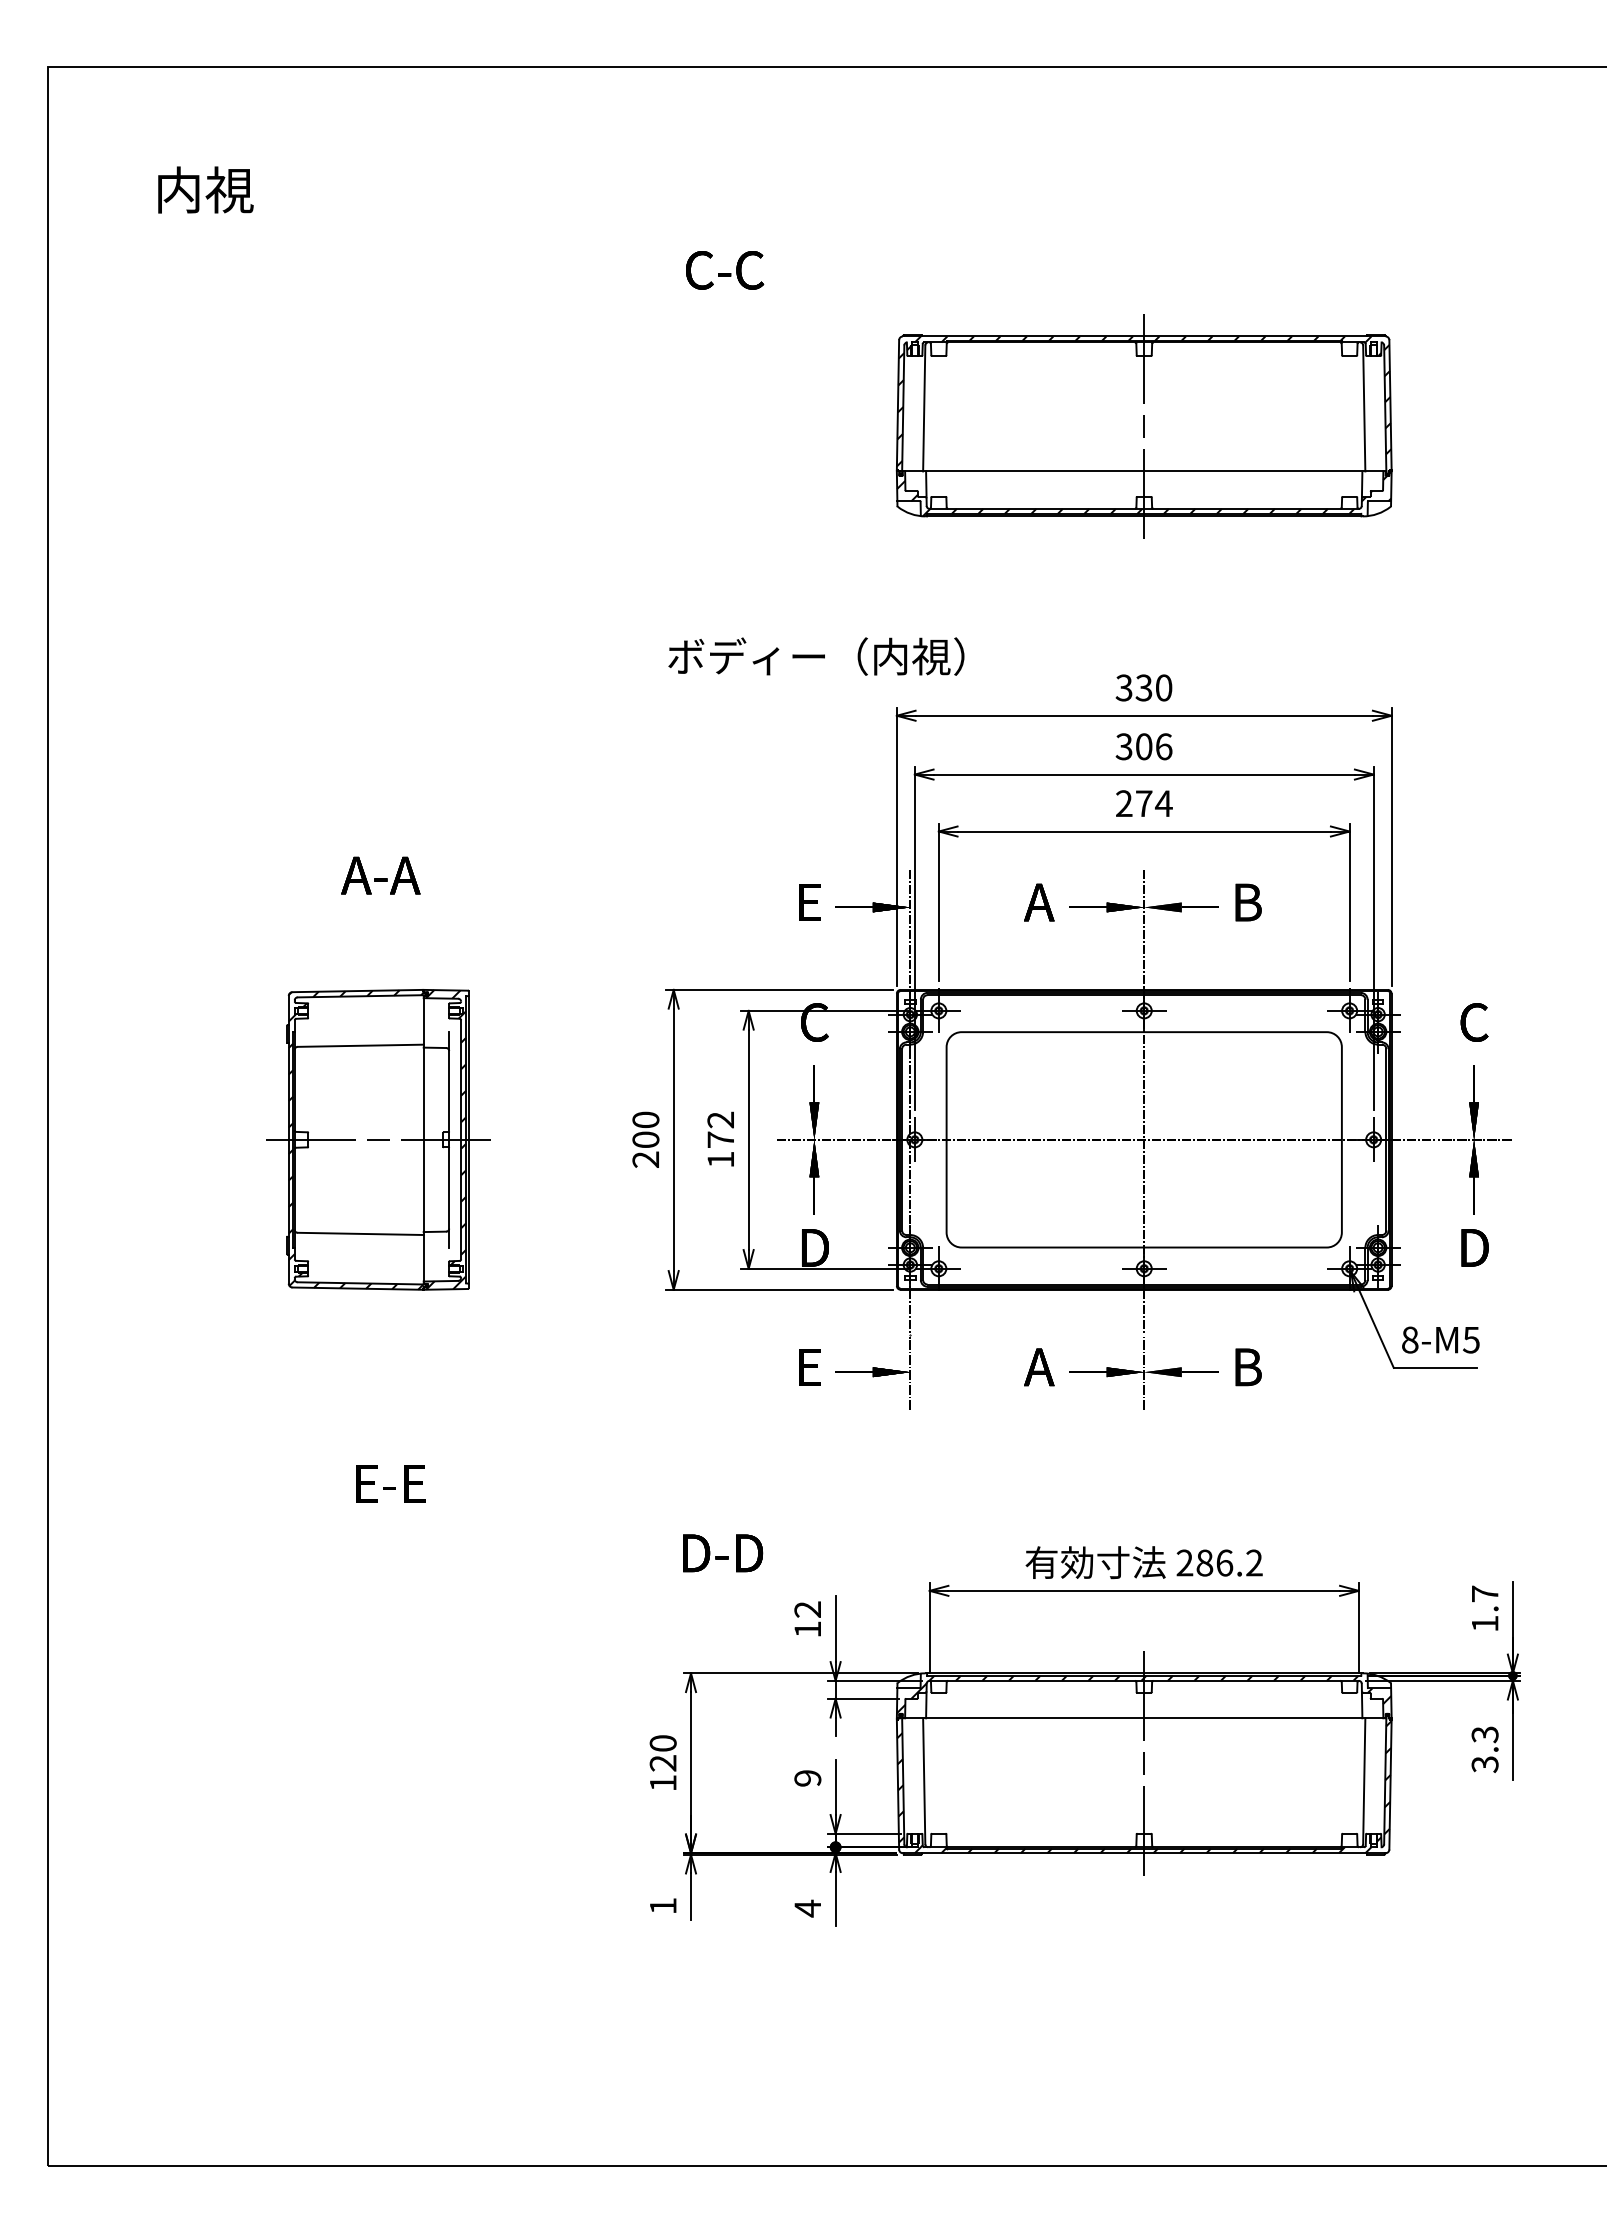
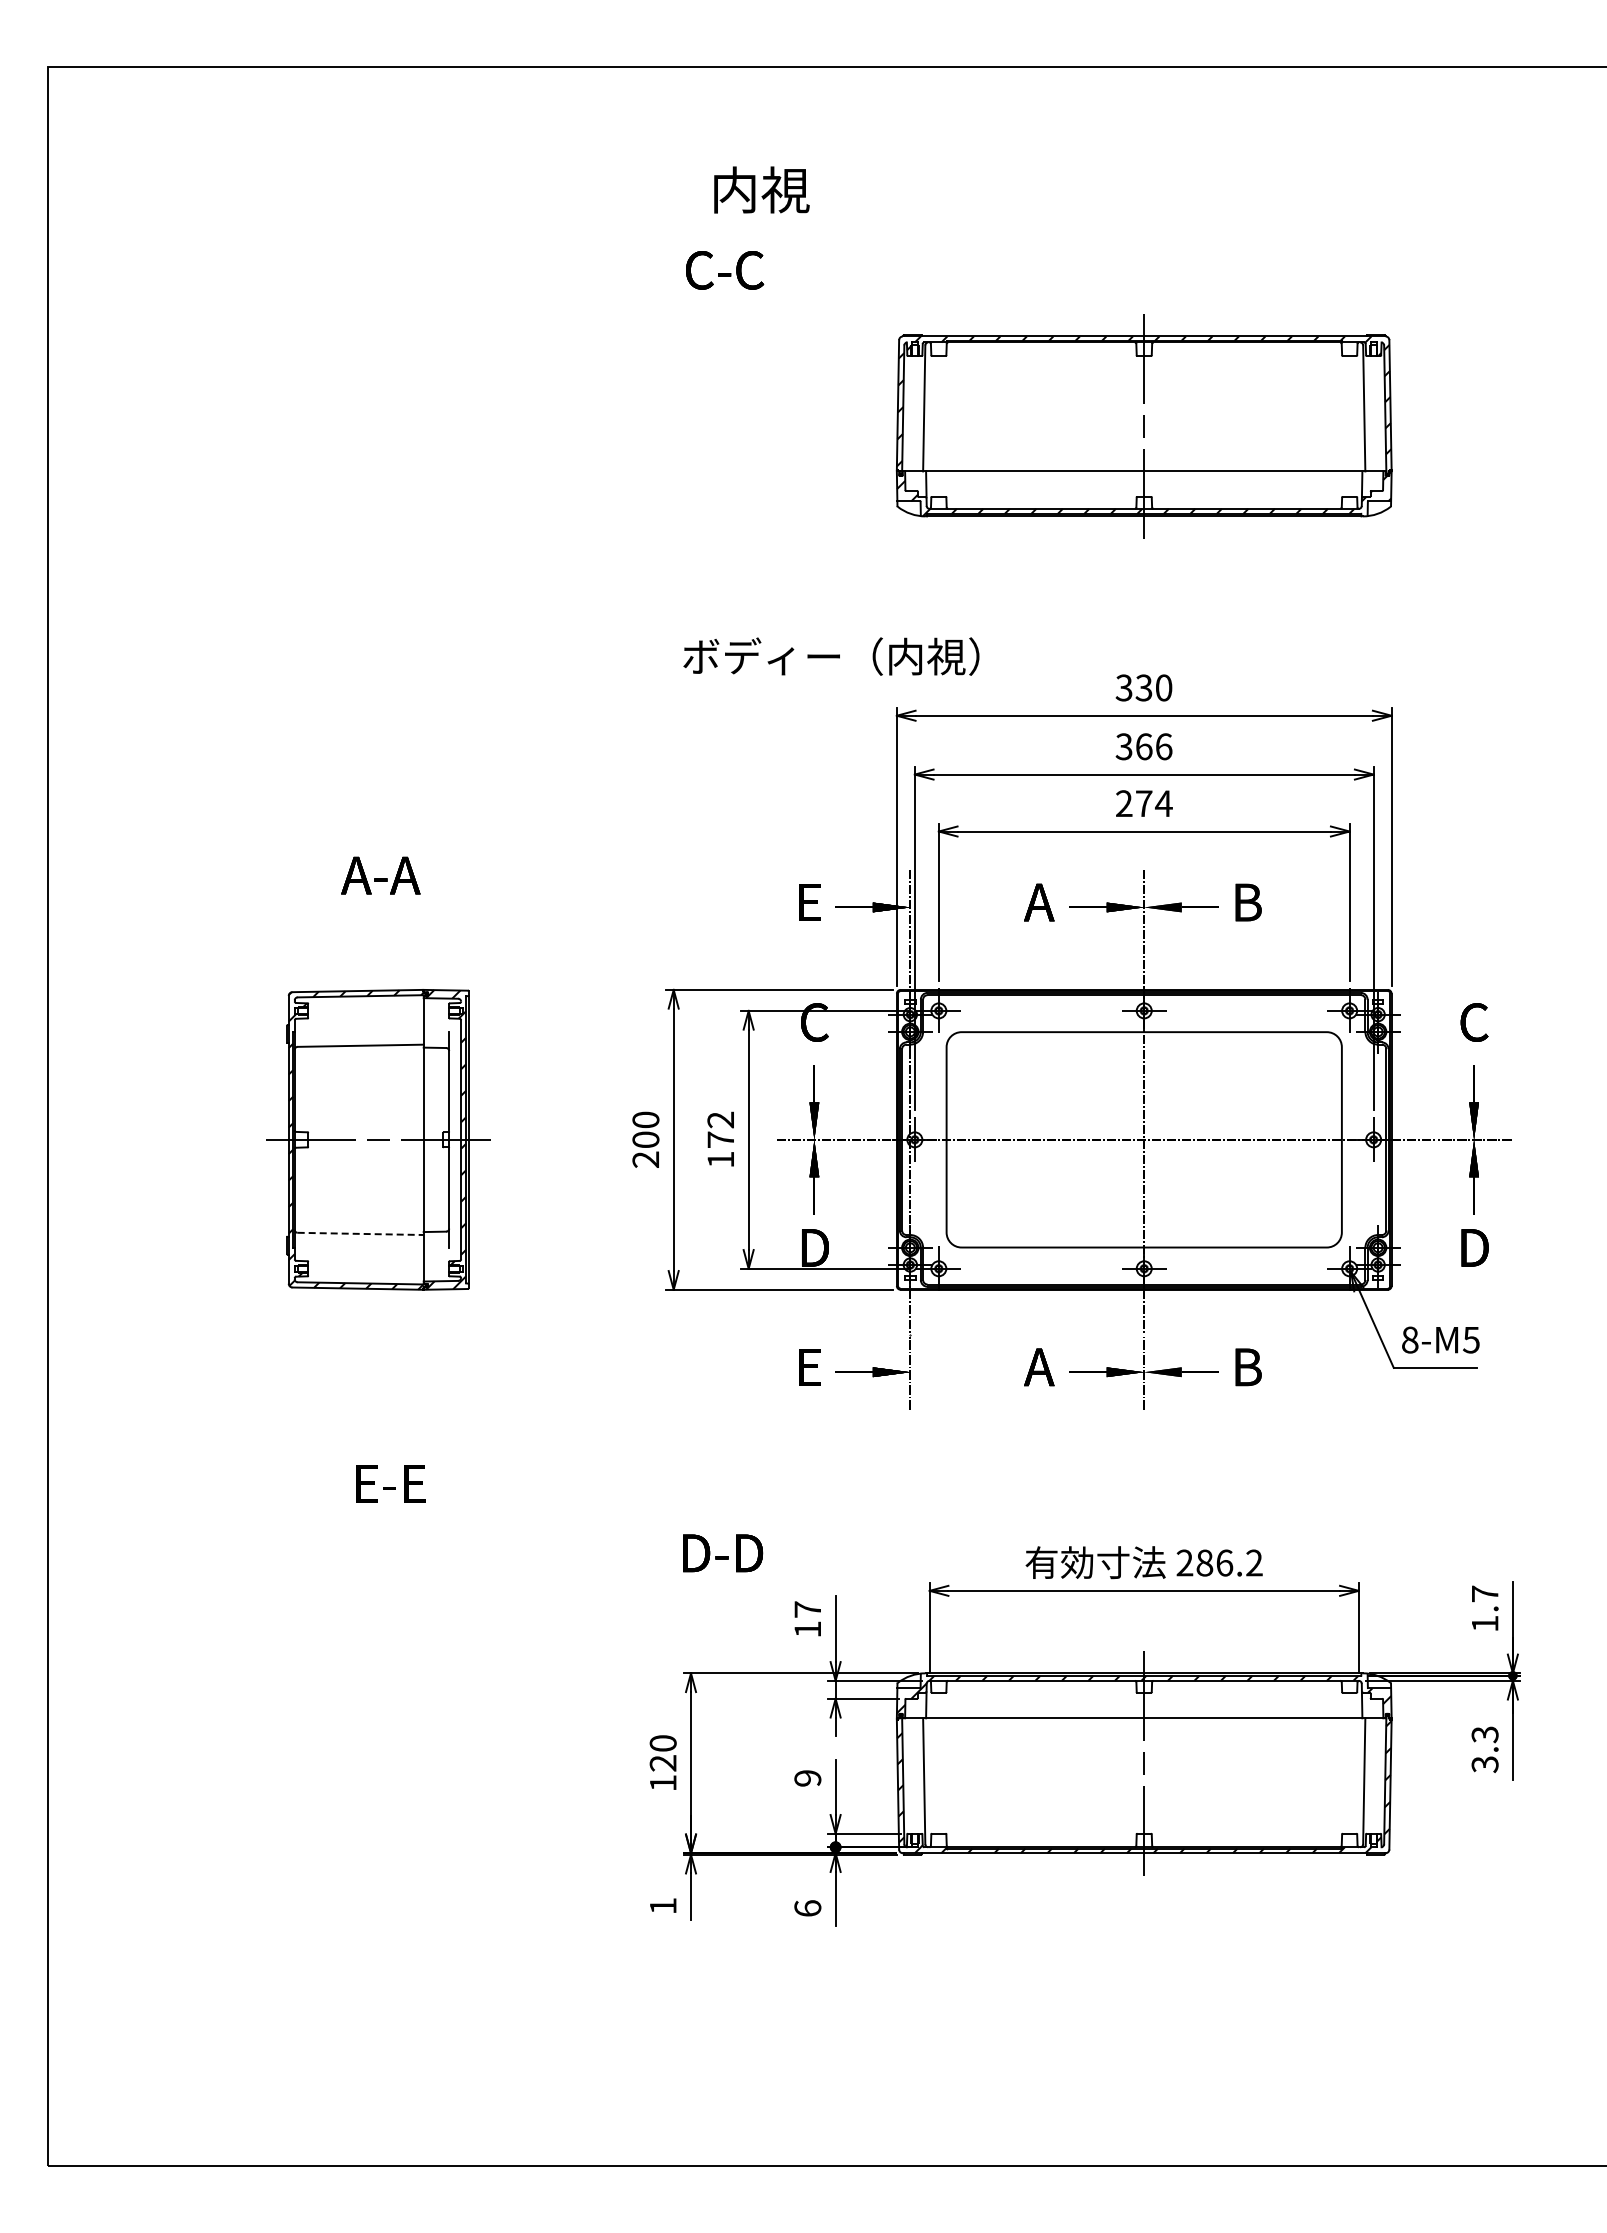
text at (205, 189) position: (205, 189) -> (761, 189)
text at (816, 656) position: (816, 656) -> (831, 656)
text at (1144, 746): 306 -> 366
line at (361, 1233): solid -> dashed
text at (807, 1609): 12 -> 17
text at (807, 1908): 4 -> 6
